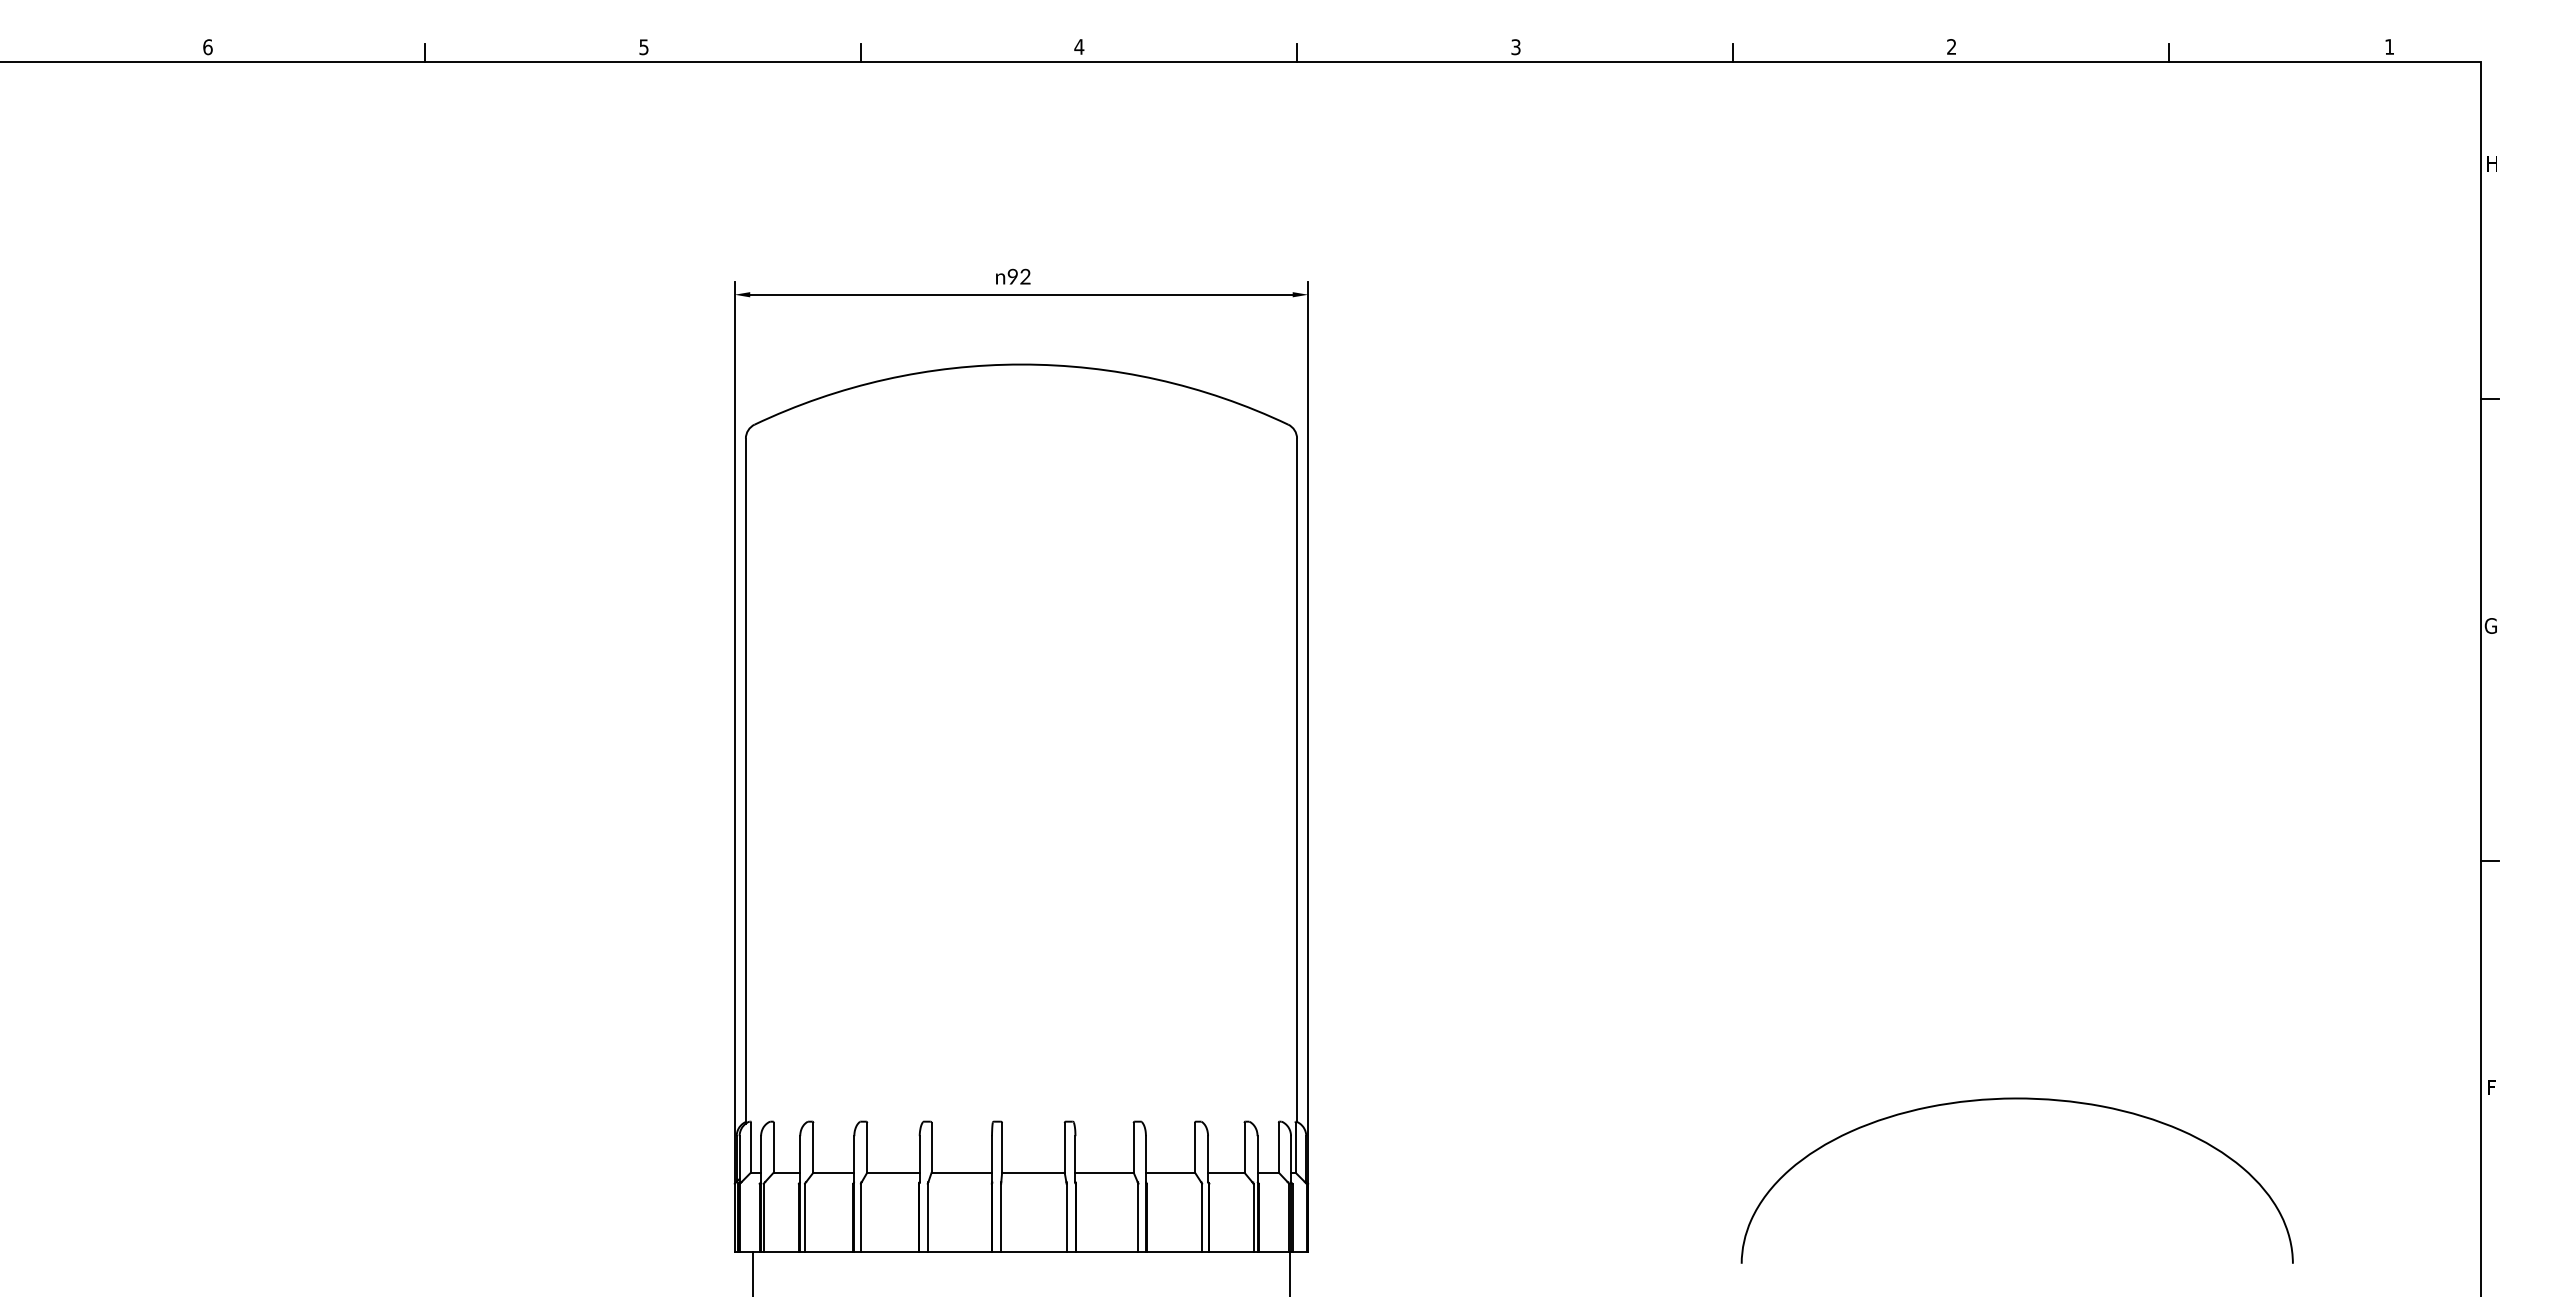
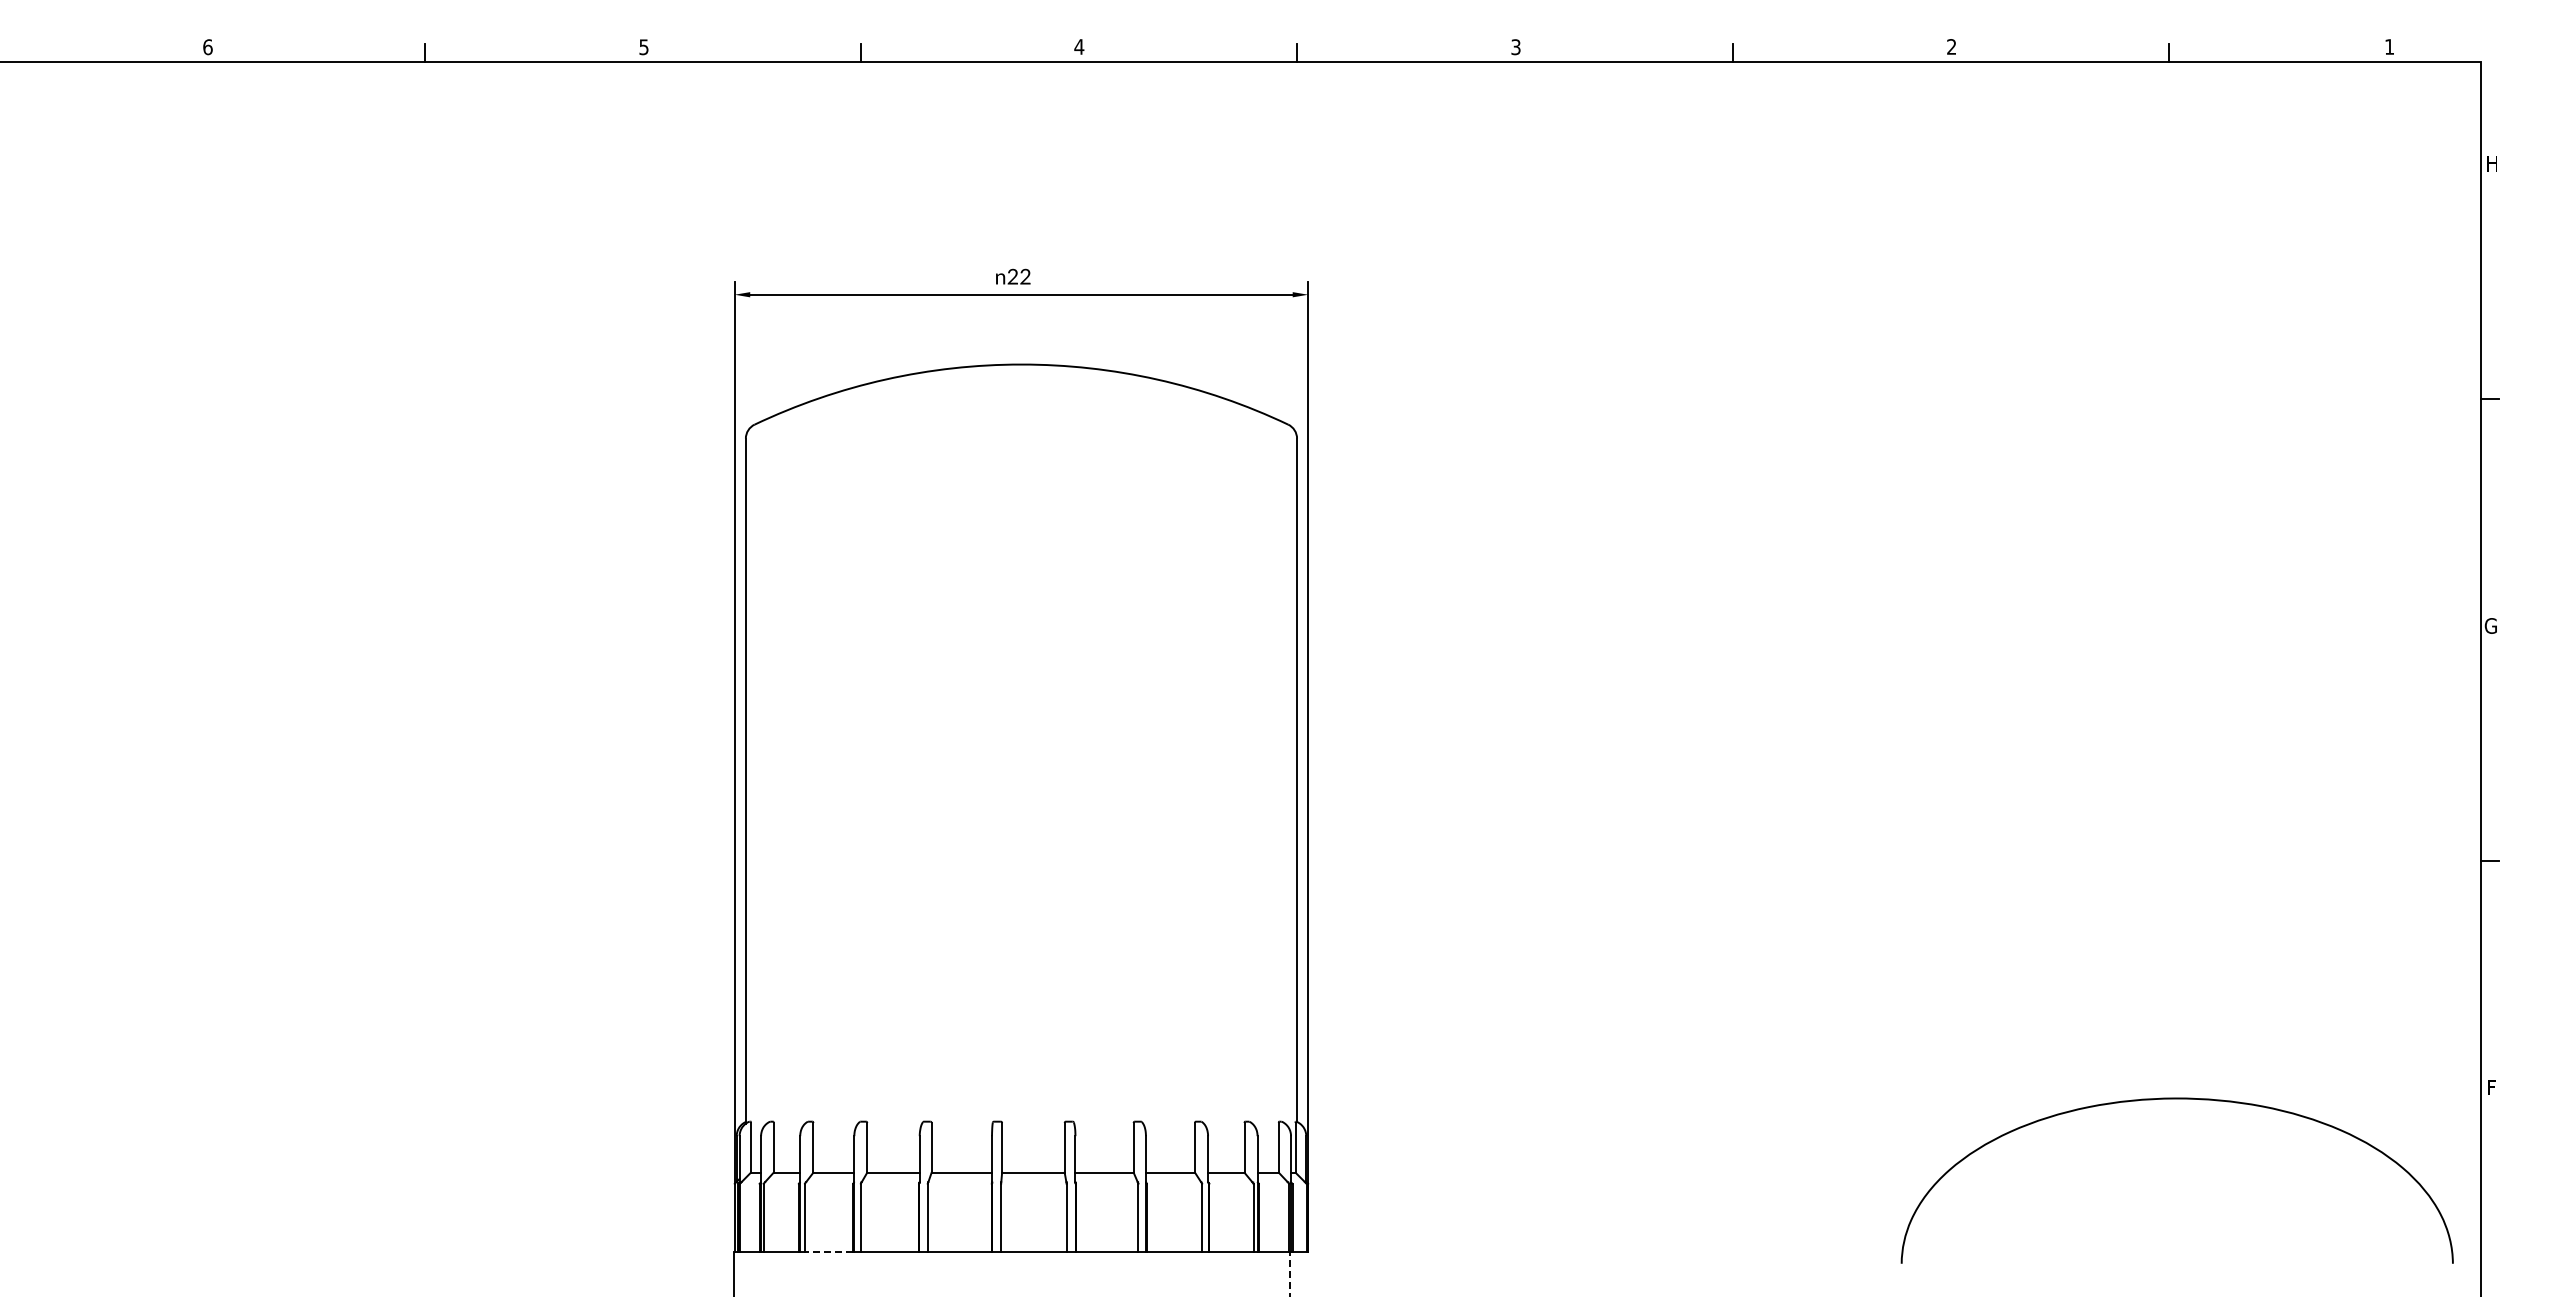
text at (1012, 277): 92 -> 22
curve at (2016, 1099) position: (2016, 1099) -> (2176, 1099)
line at (828, 1252): solid -> dashed
line at (753, 1272) position: (753, 1272) -> (734, 1272)
line at (1289, 1274): solid -> dashed
